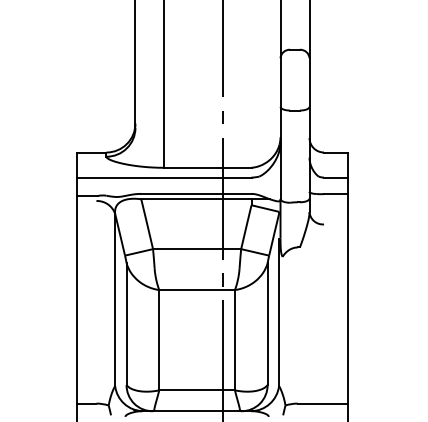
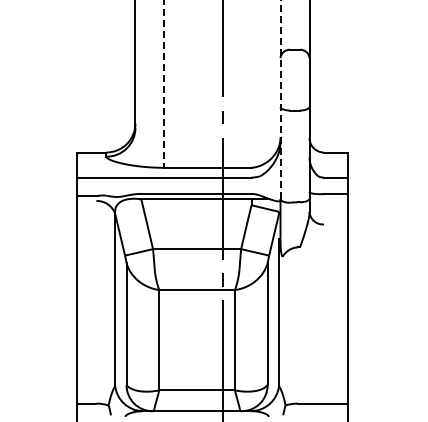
line at (164, 83): solid -> dashed
line at (280, 99): solid -> dashed
